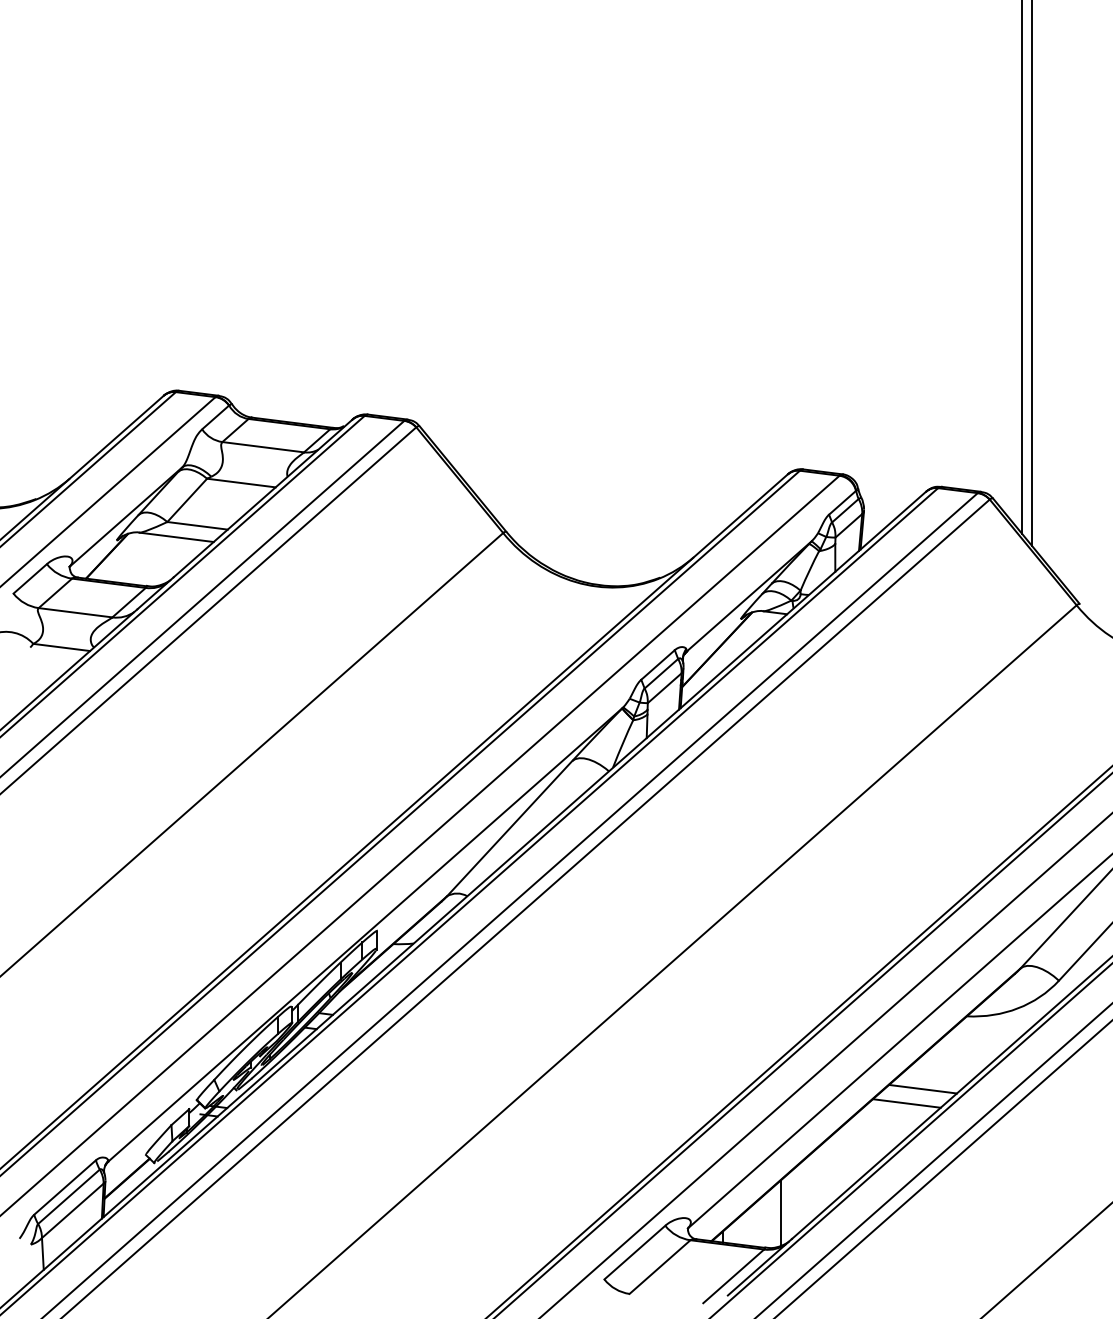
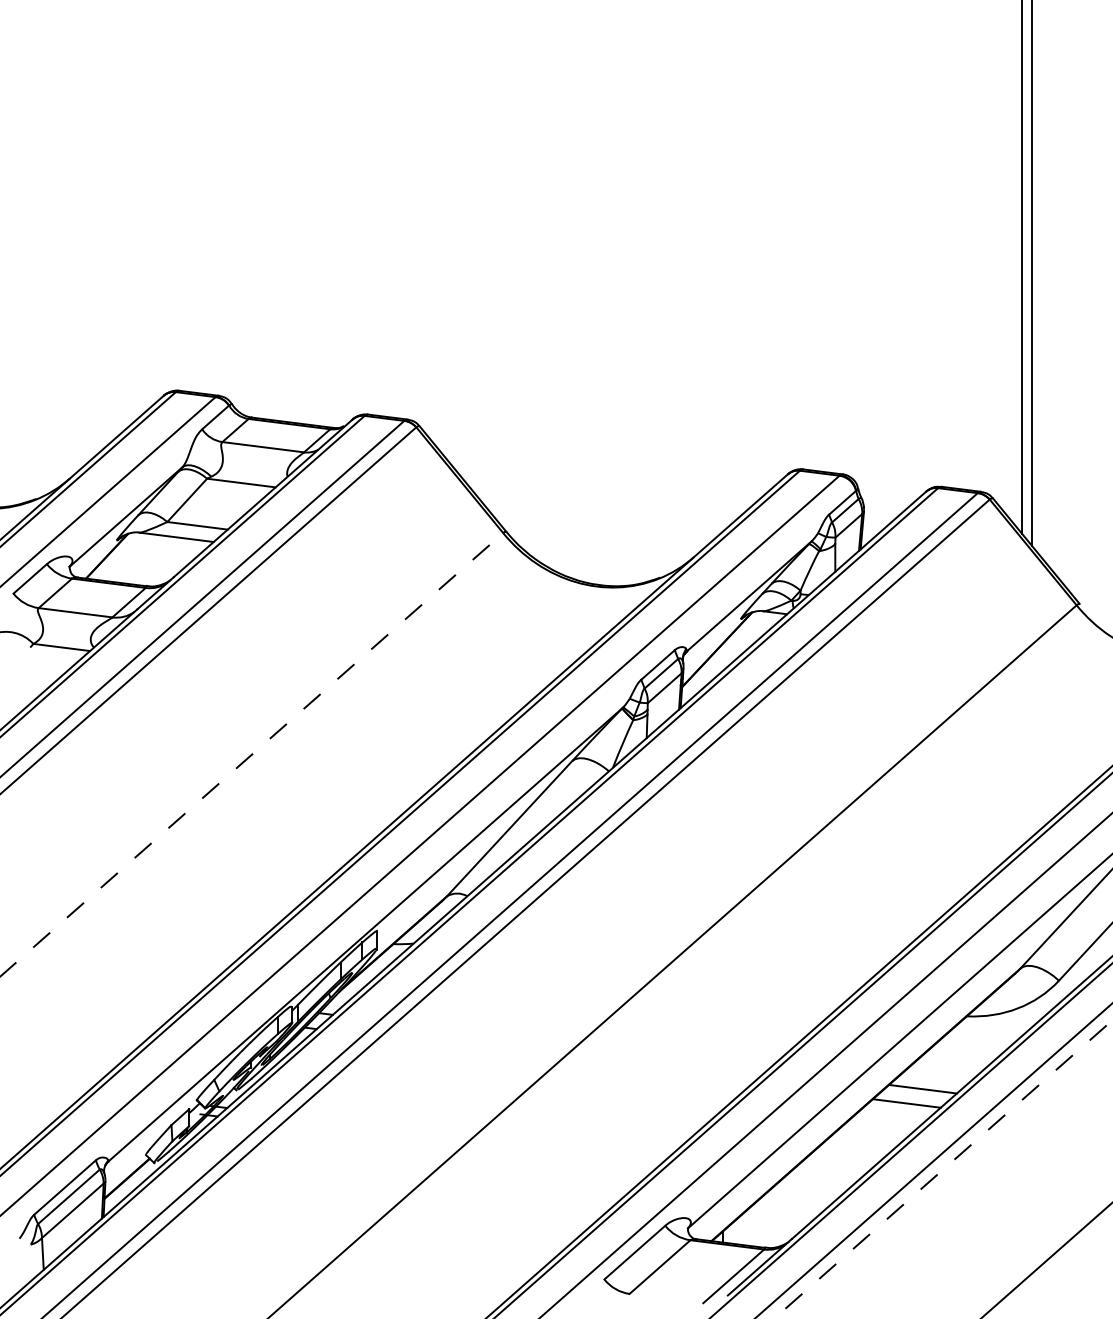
line at (252, 754): solid -> dashed
line at (943, 1169): solid -> dashed
line at (780, 1212): present -> none
